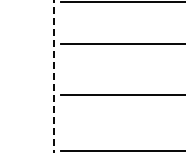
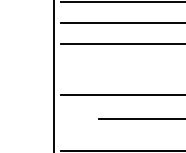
line at (121, 23): none -> present
line at (54, 76): dashed -> solid
line at (140, 118): none -> present
